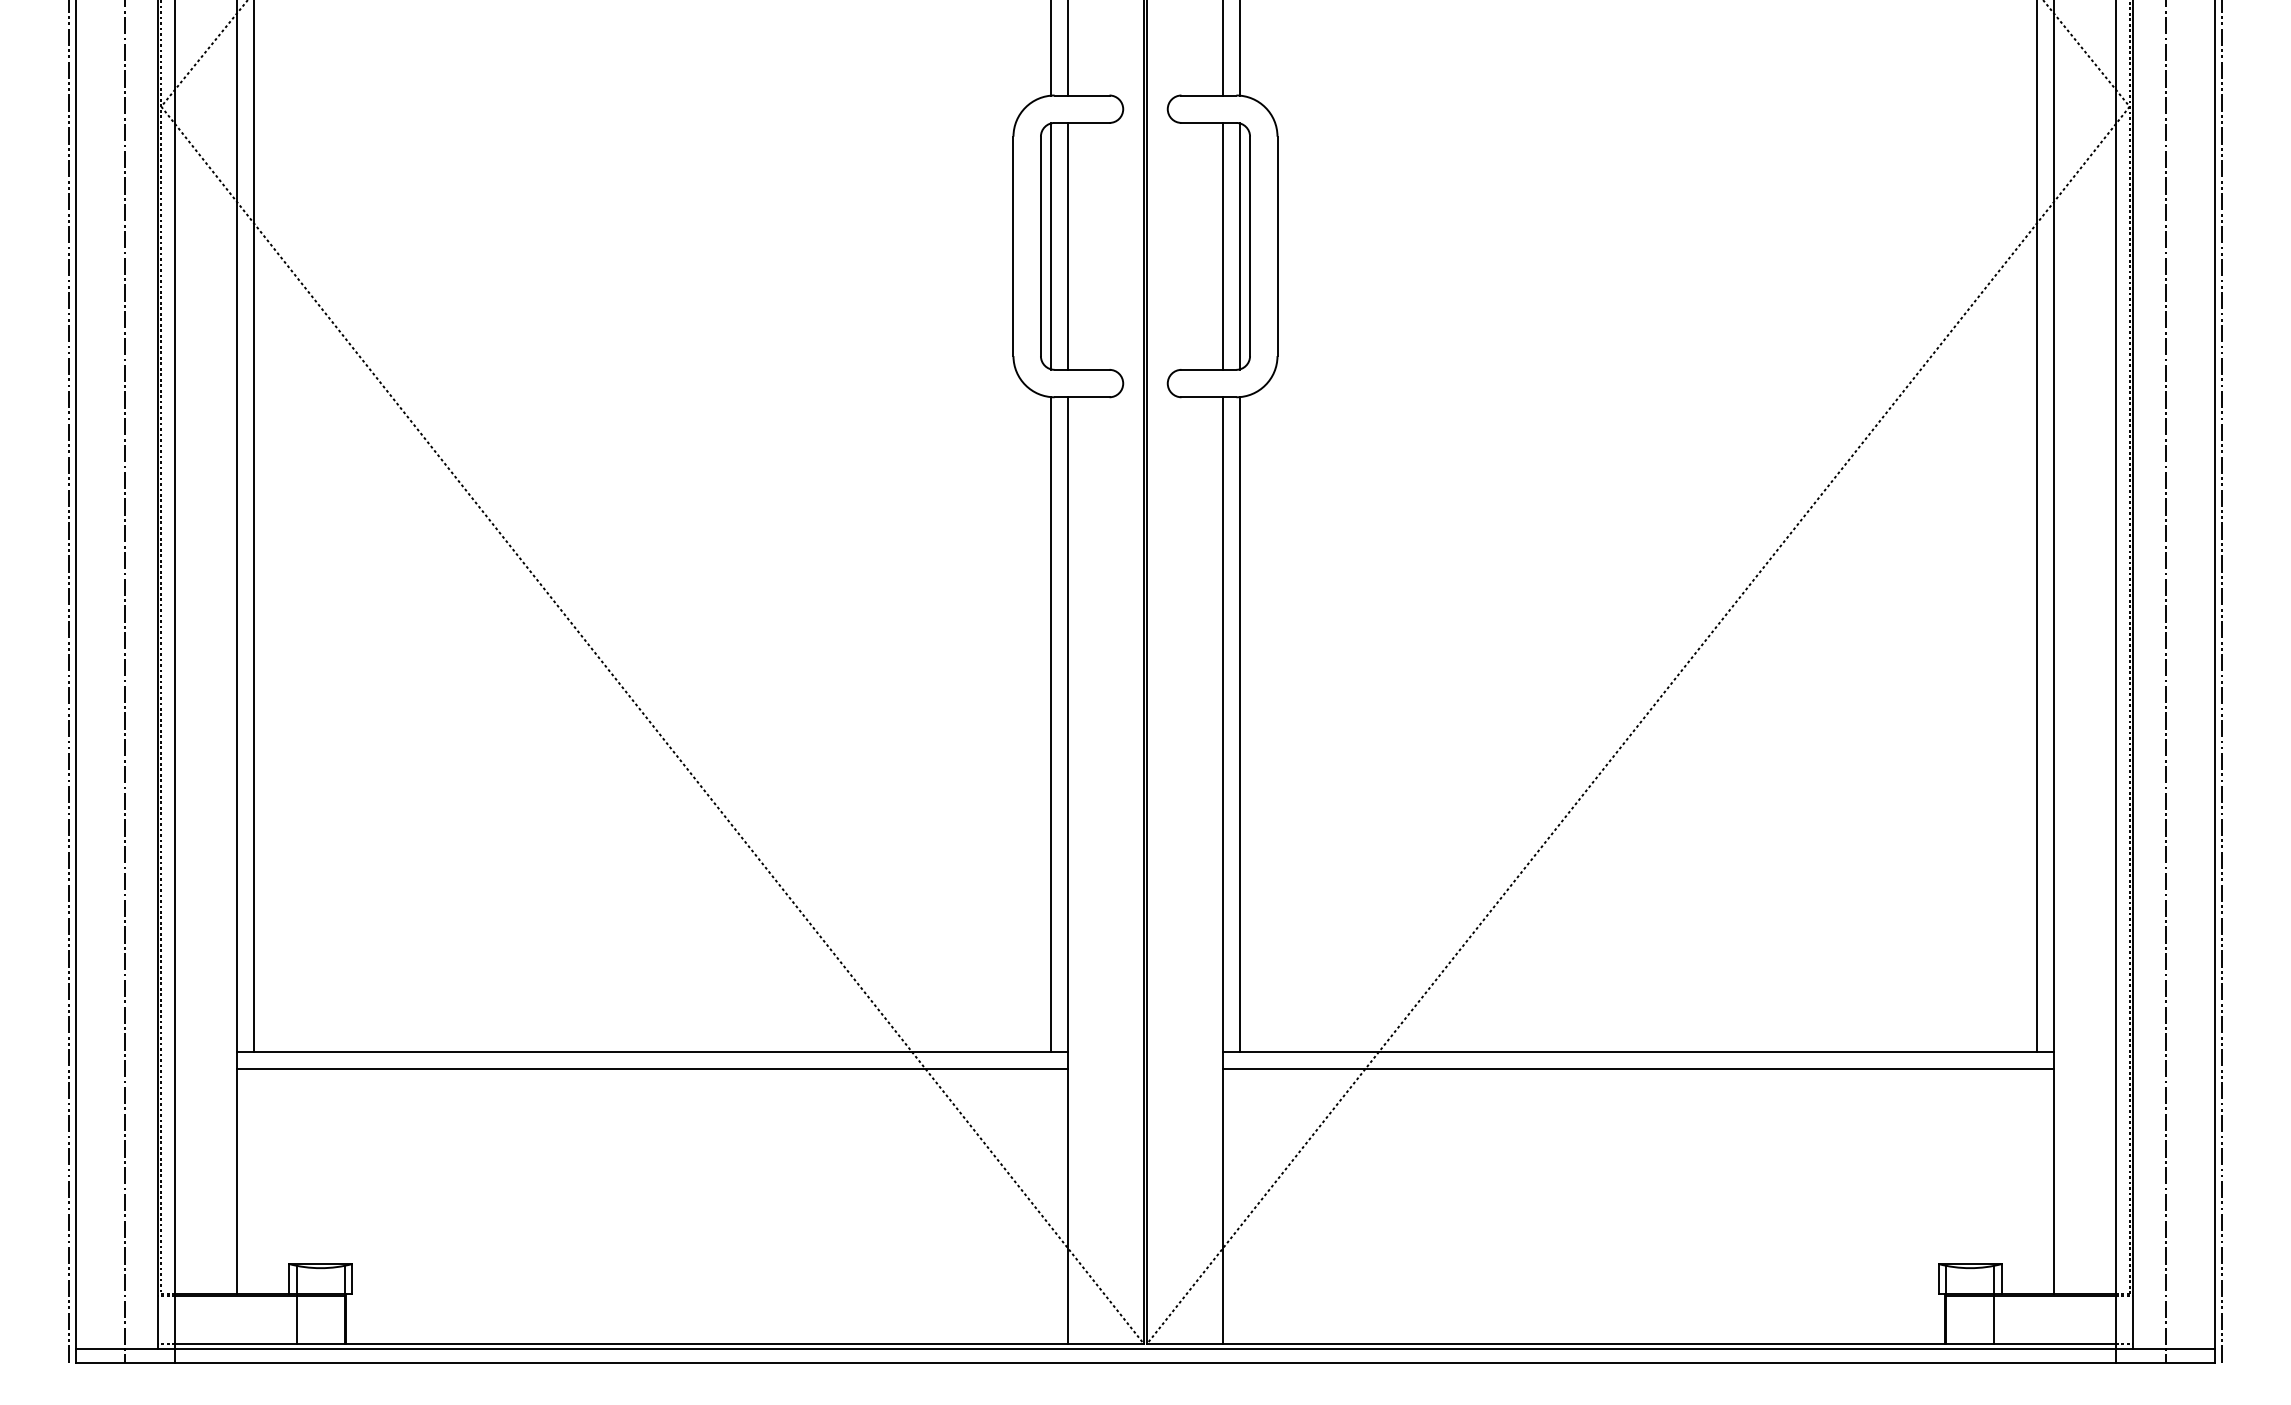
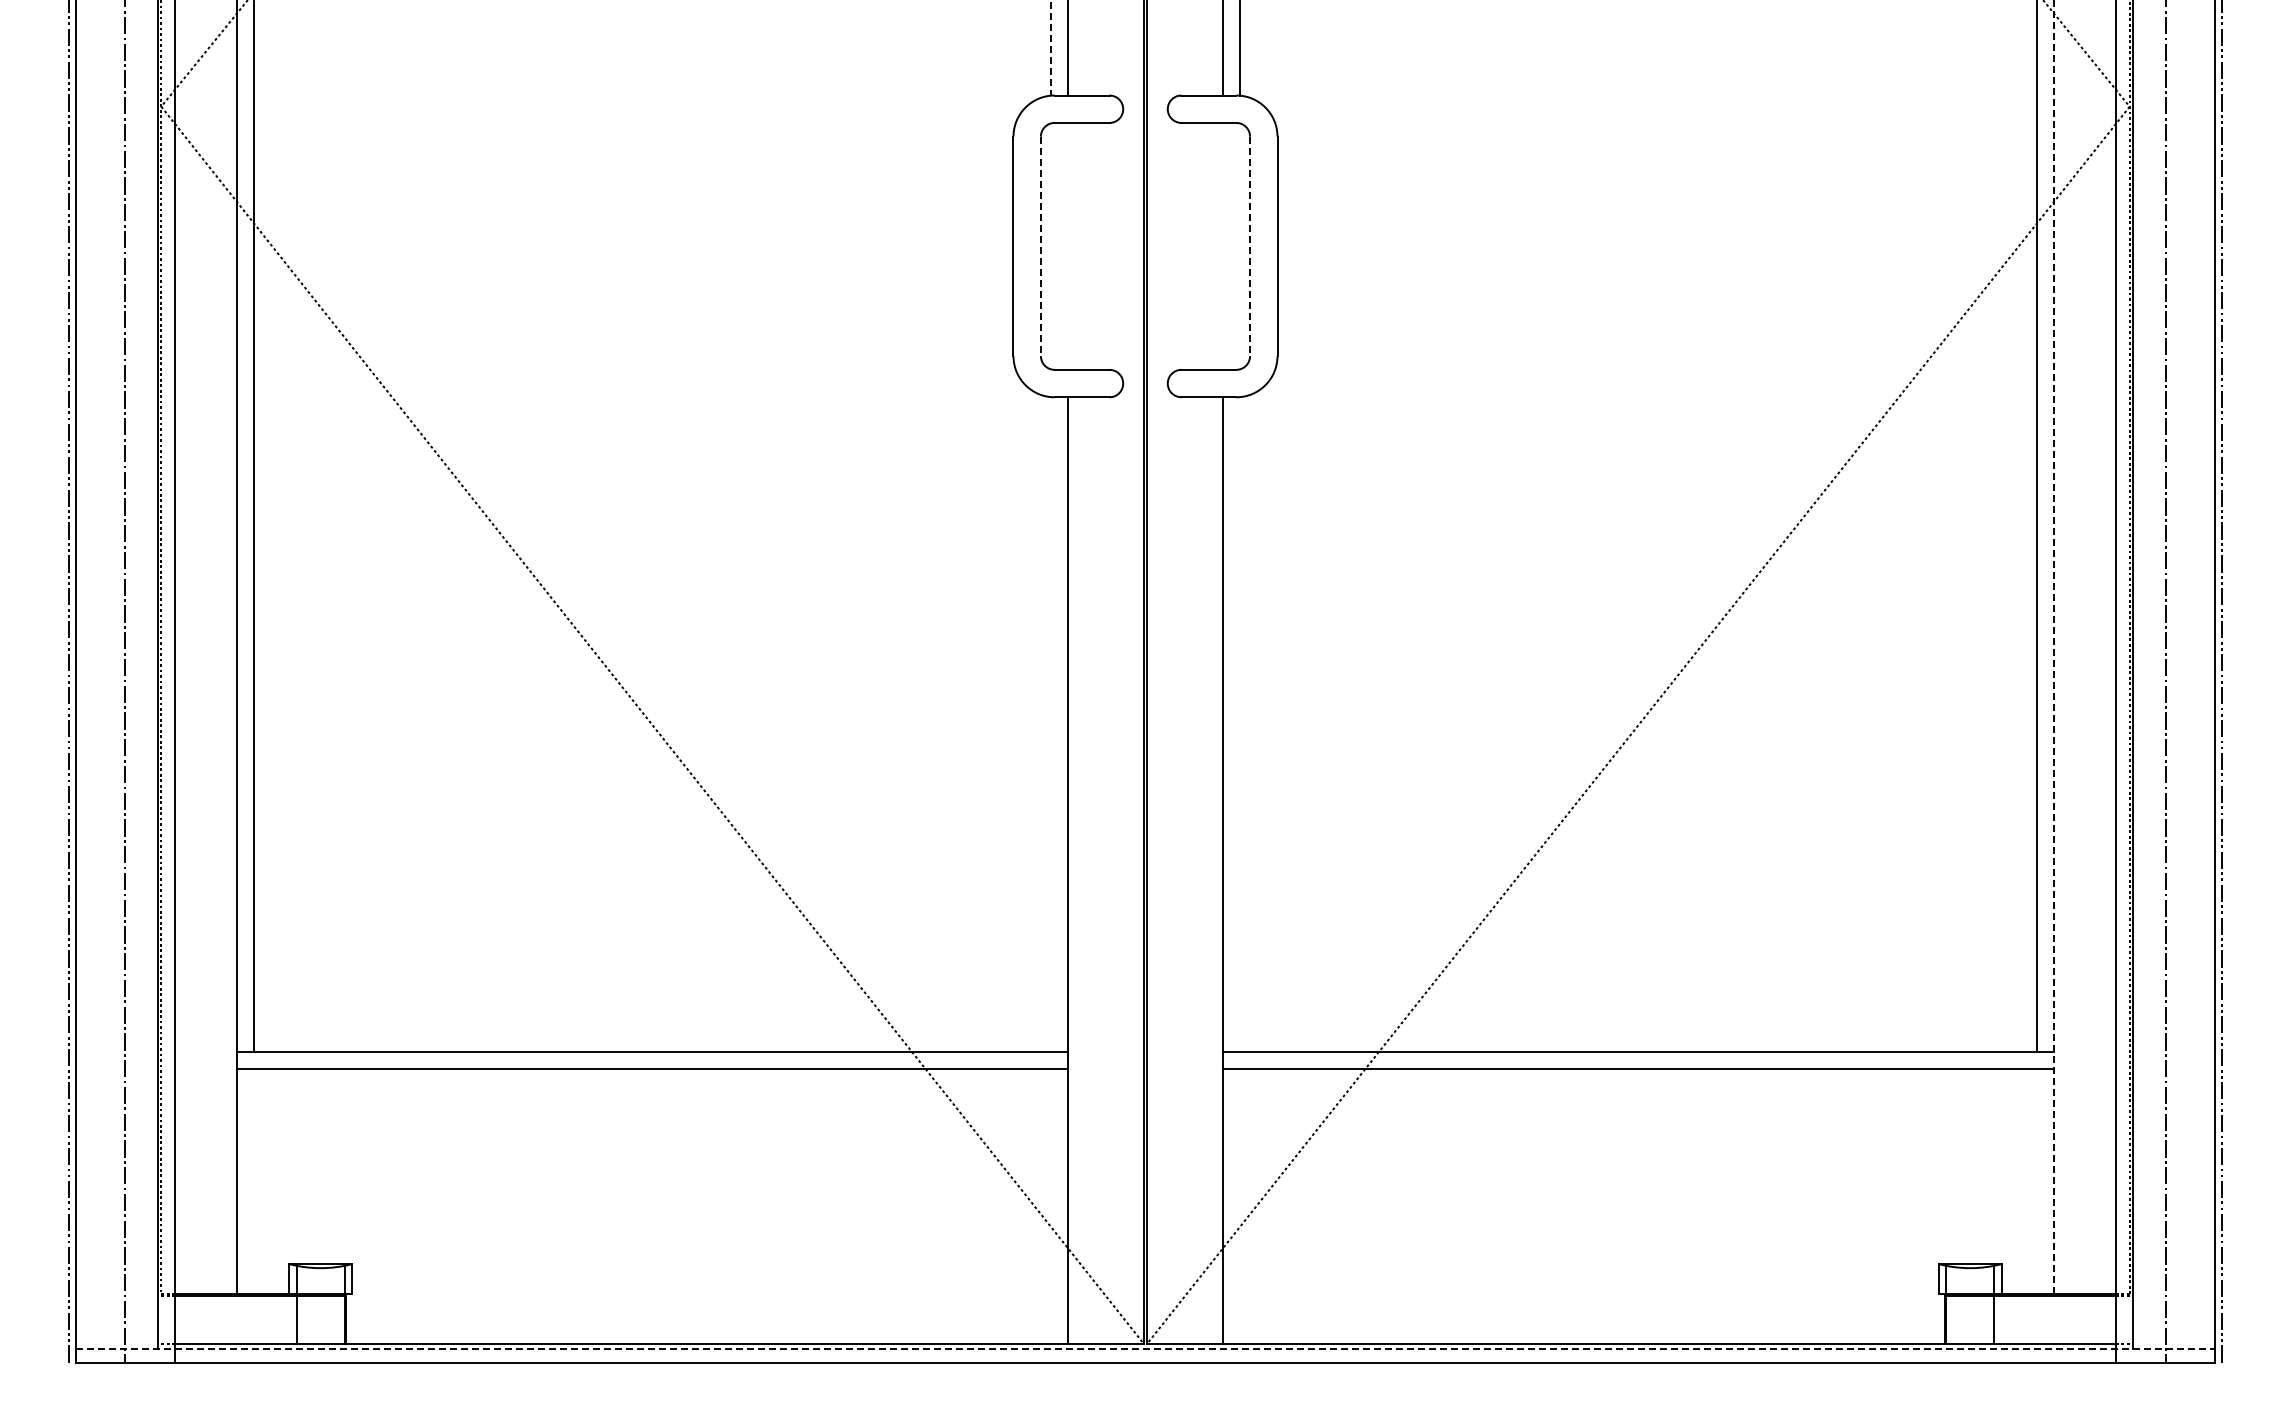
line at (1051, 48): solid -> dashed
line at (1051, 245): present -> none
line at (1068, 245): present -> none
line at (1222, 245): present -> none
line at (1239, 245): present -> none
line at (1040, 246): solid -> dashed
line at (1250, 246): solid -> dashed
line at (2054, 647): solid -> dashed
line at (1051, 724): present -> none
line at (1239, 724): present -> none
line at (1145, 1348): solid -> dashed
